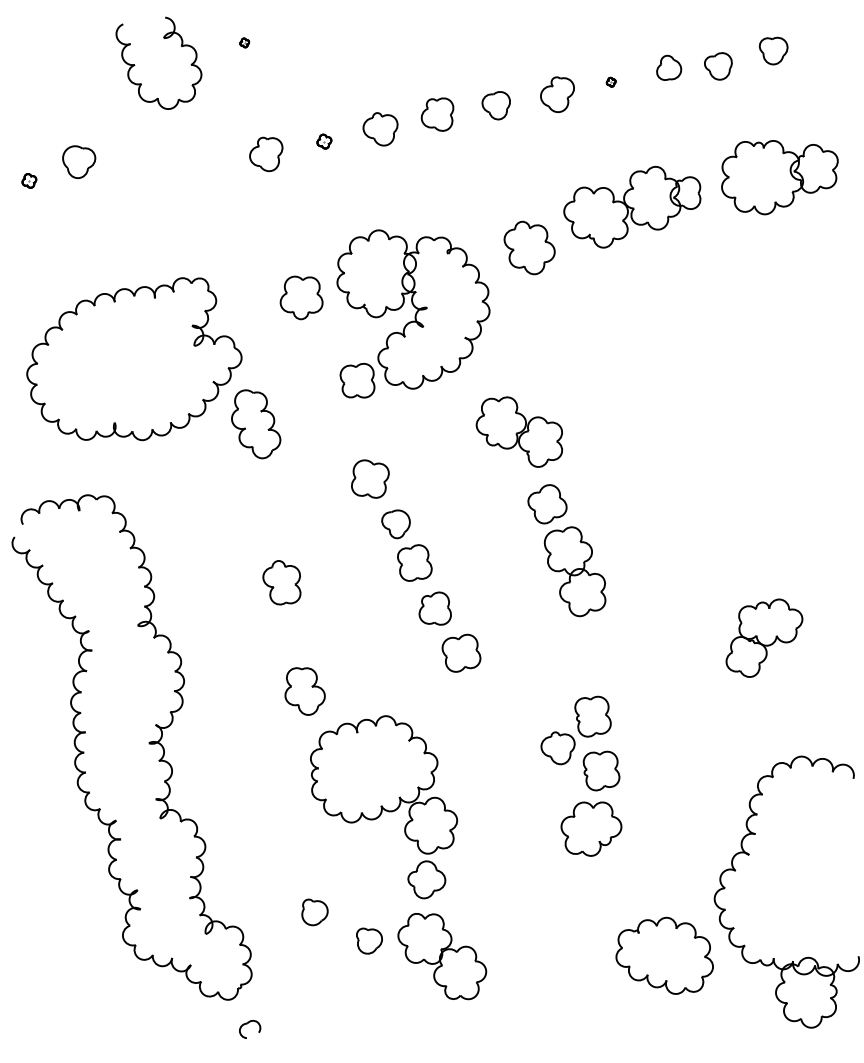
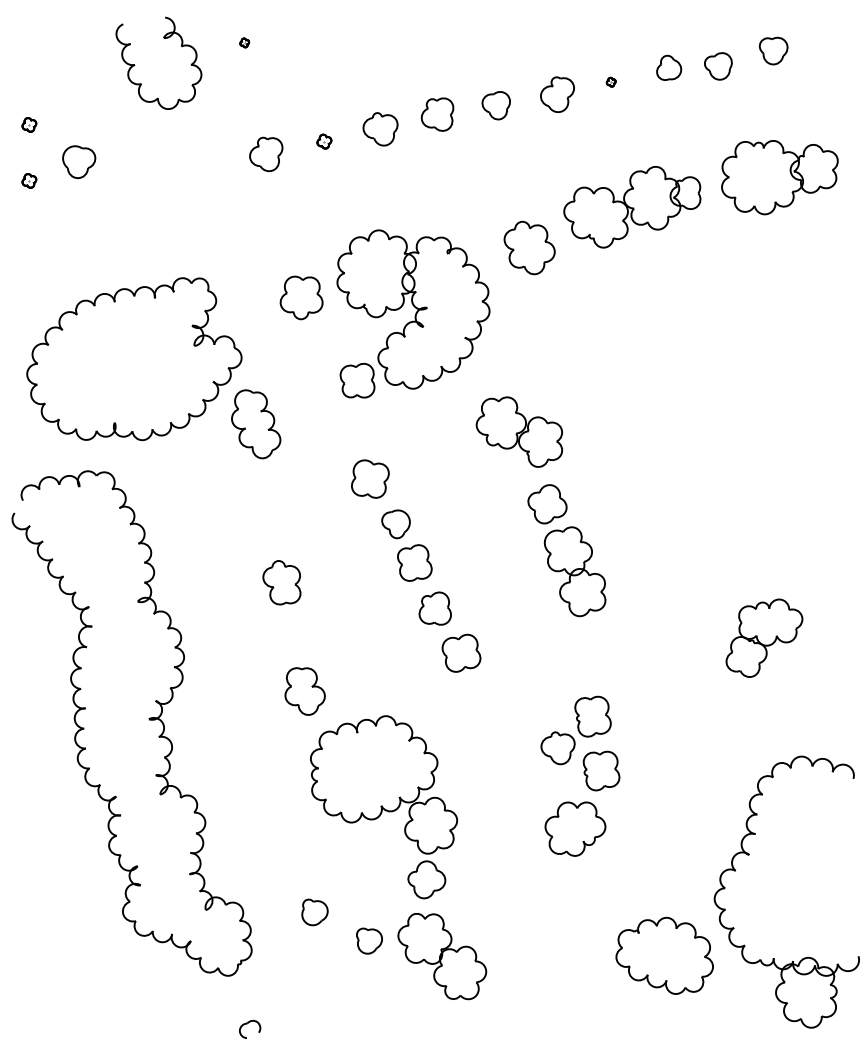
part at (29, 124): none -> present
part at (148, 743) position: (148, 743) -> (148, 719)
part at (591, 828) position: (591, 828) -> (575, 828)
